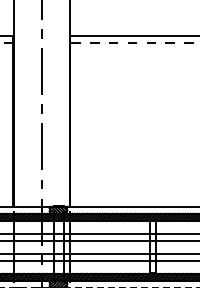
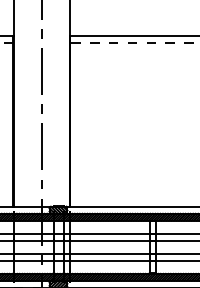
line at (99, 287): dashed -> solid
